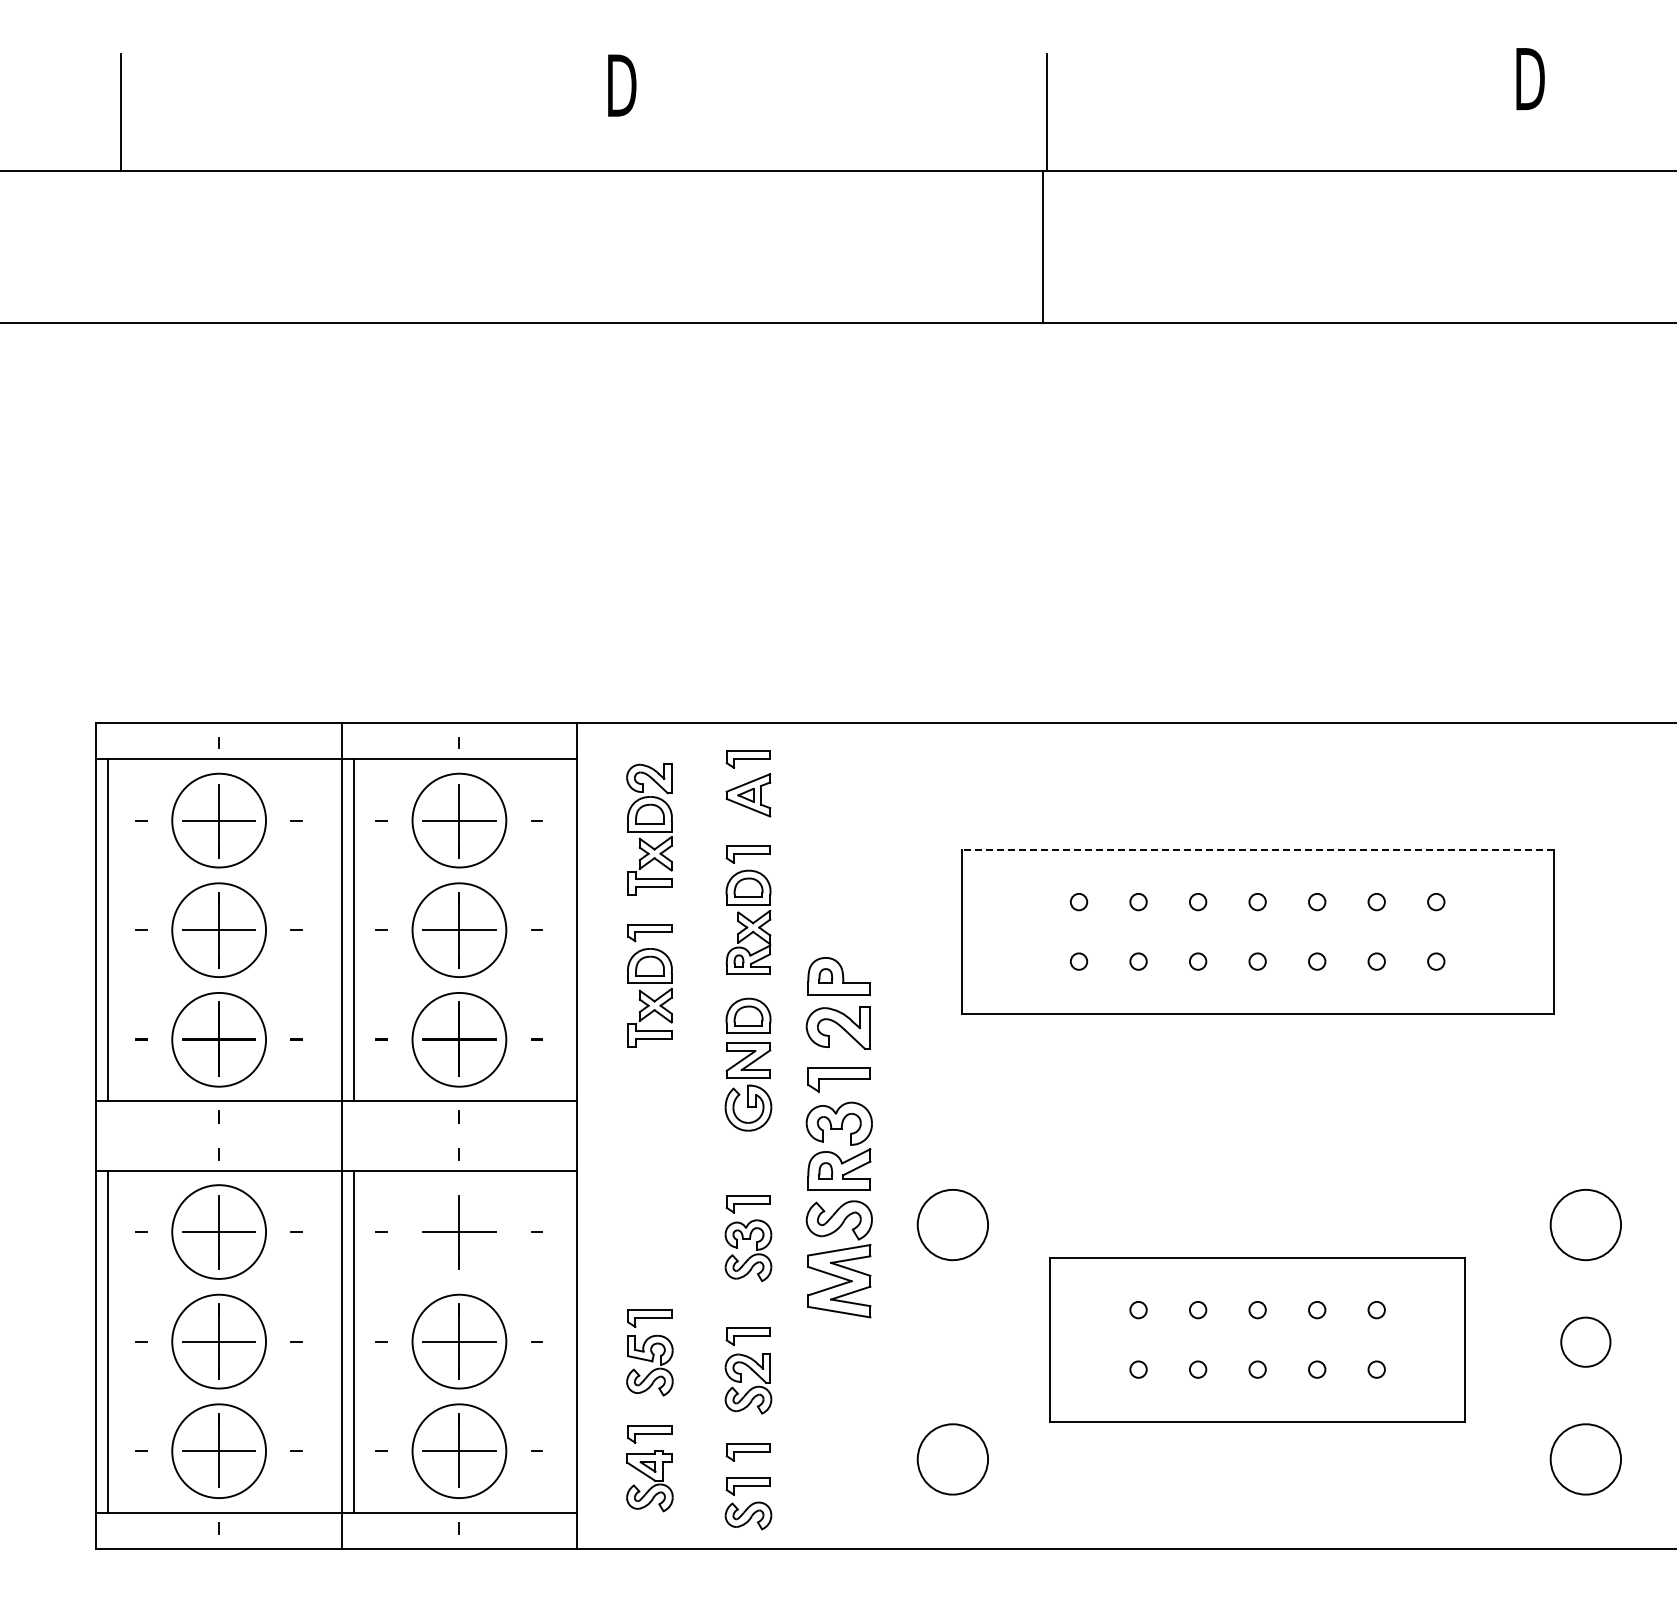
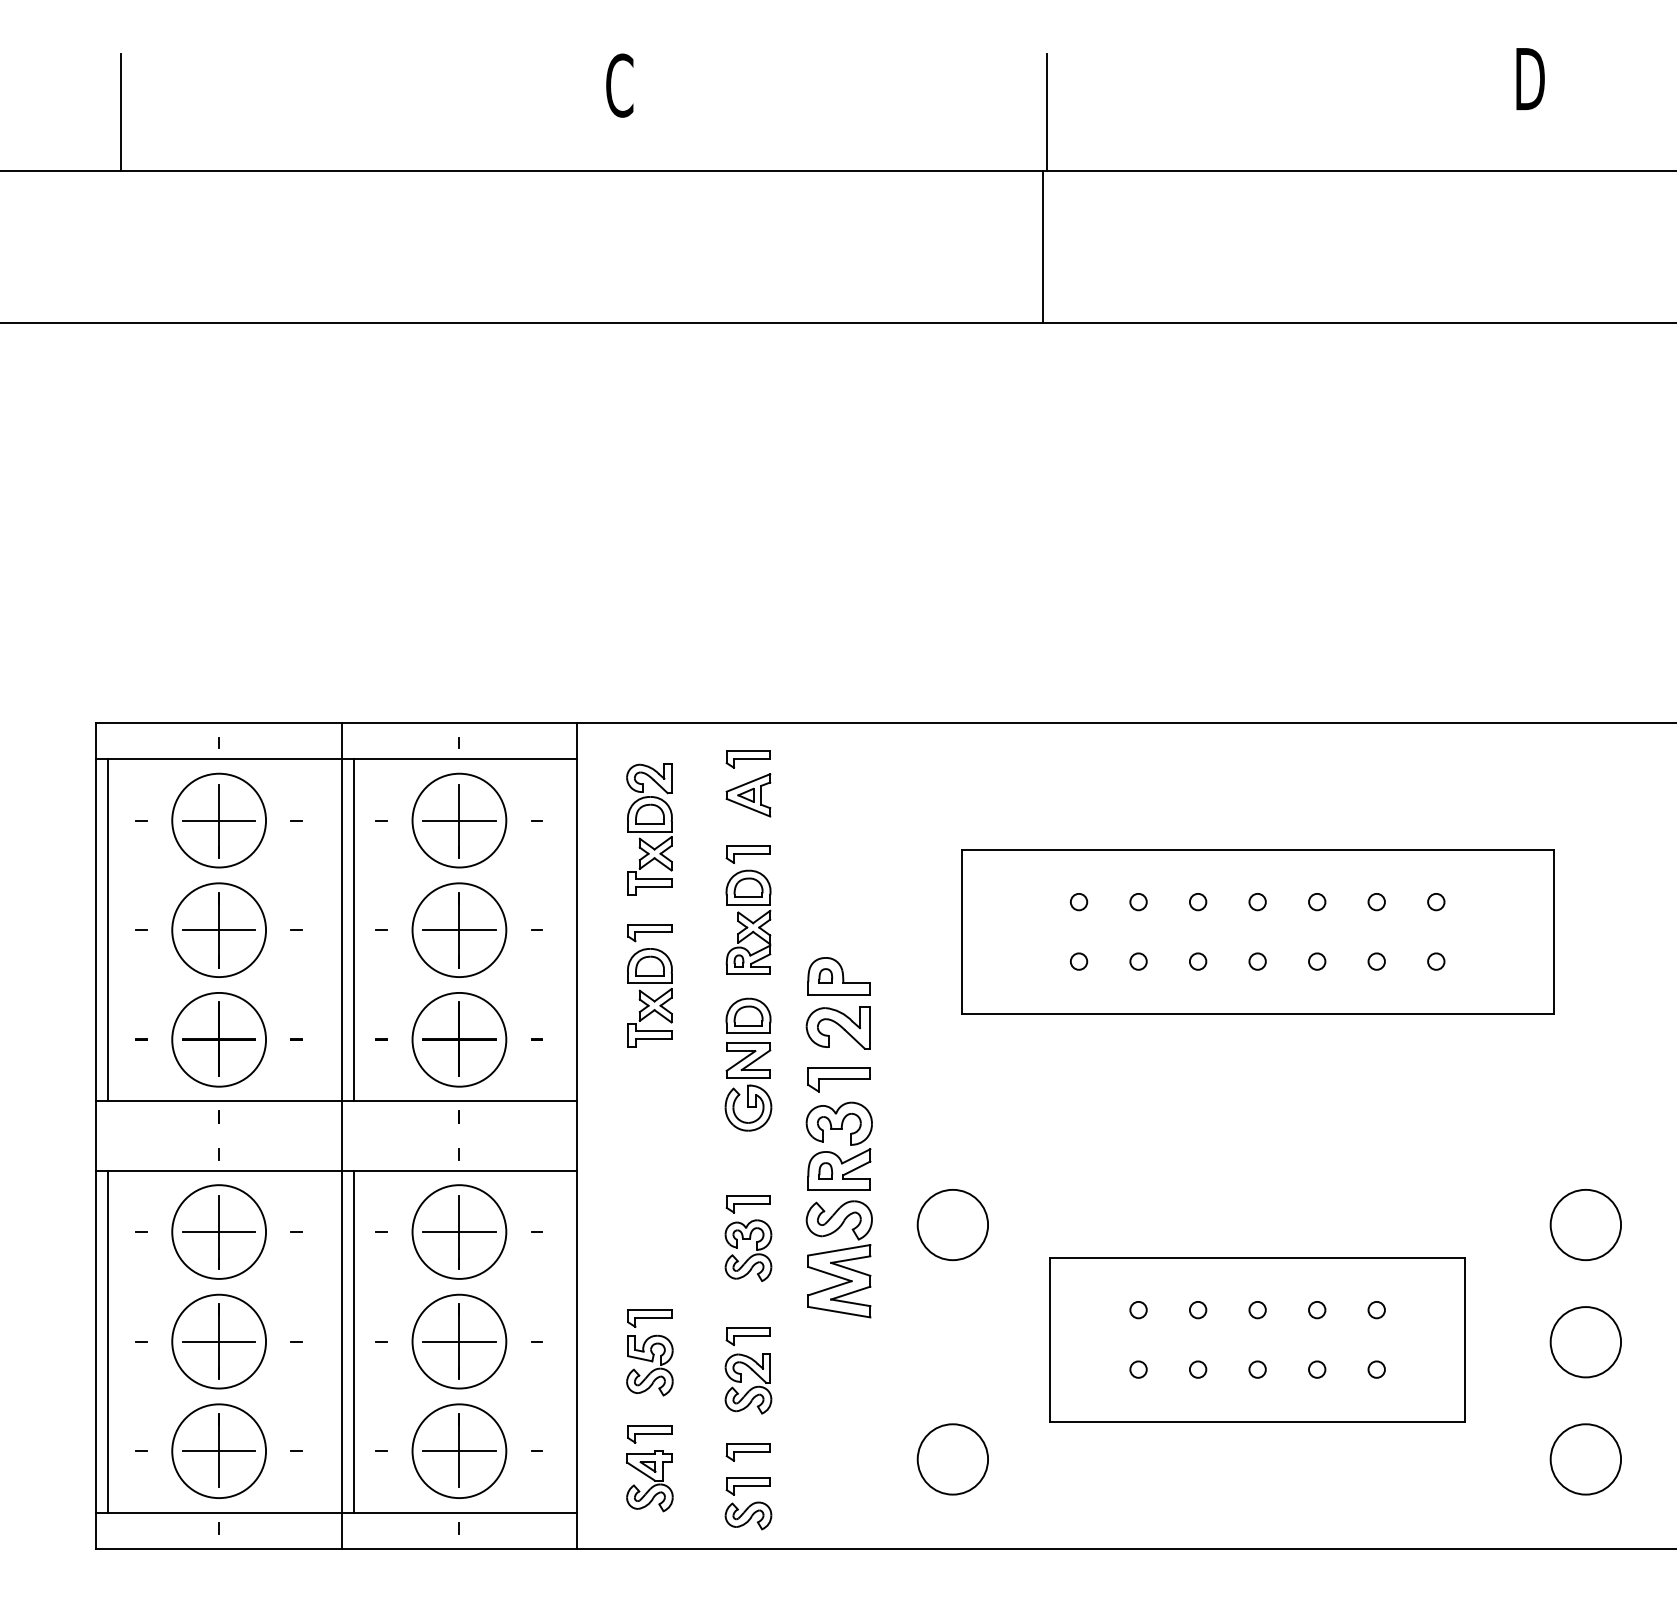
text at (621, 85): D -> C
line at (1257, 849): dashed -> solid
circle at (459, 1231): none -> present
circle at (1585, 1341) diameter: 49 px -> 70 px
